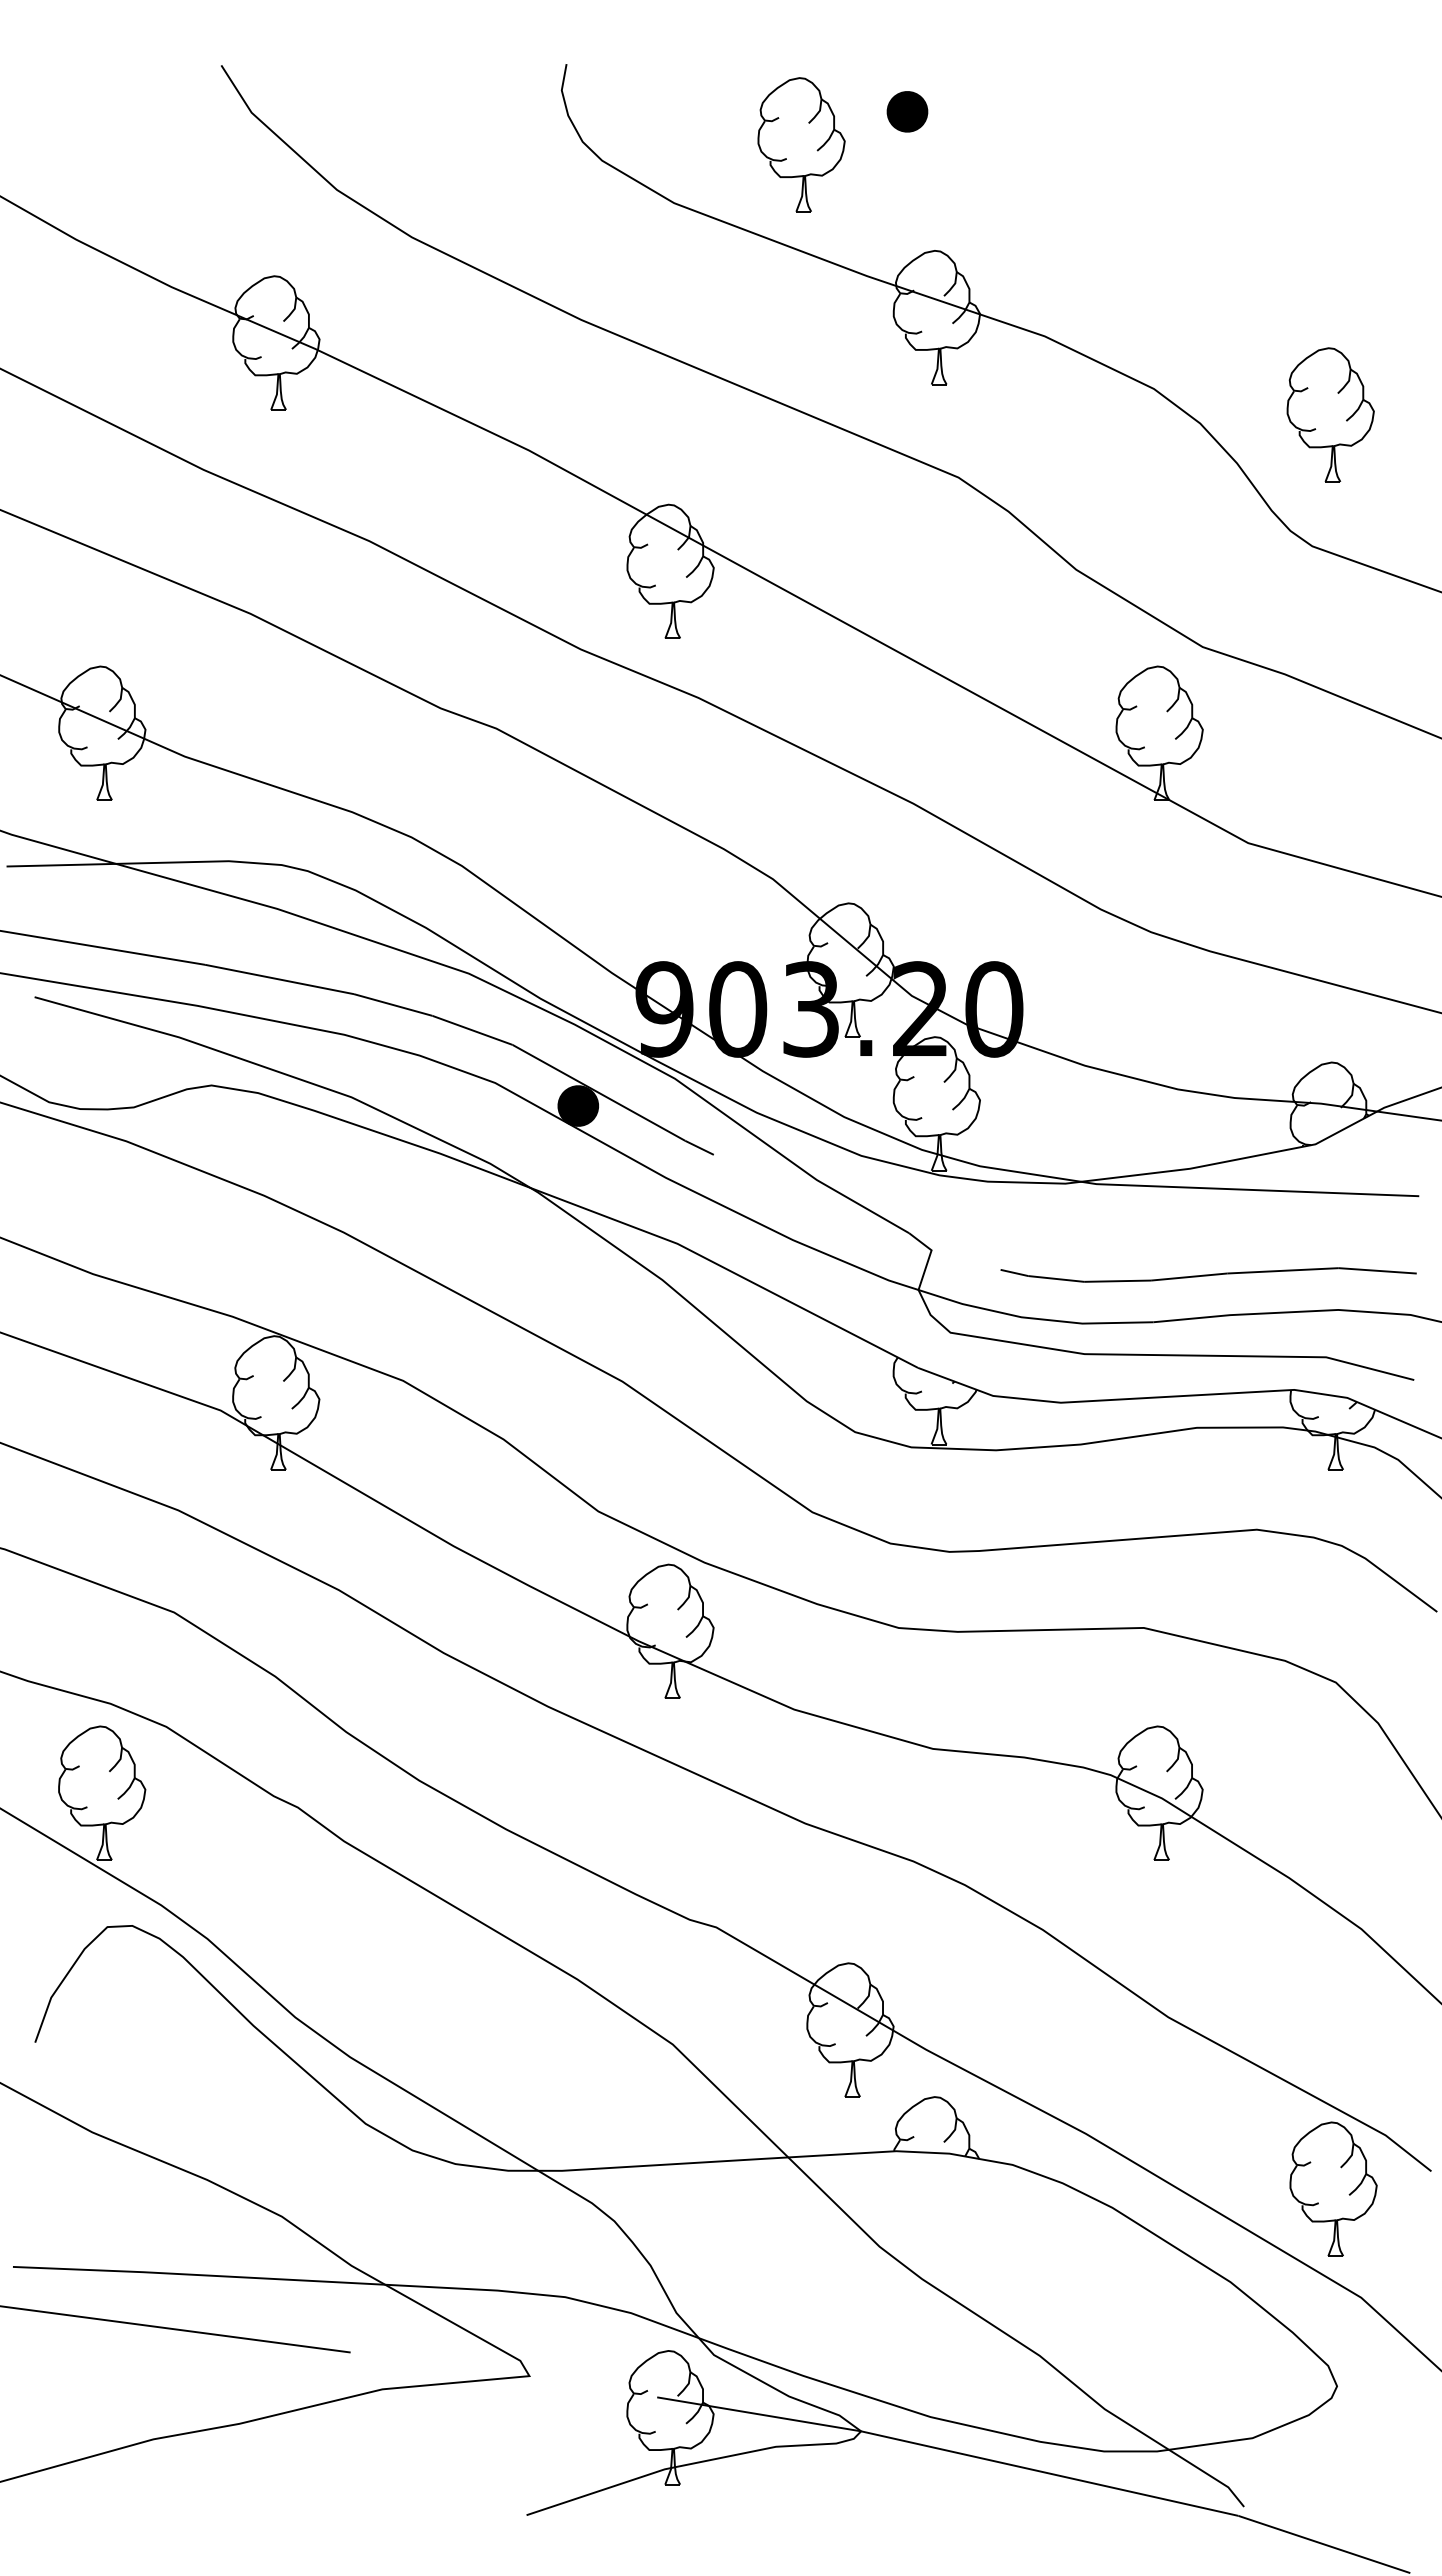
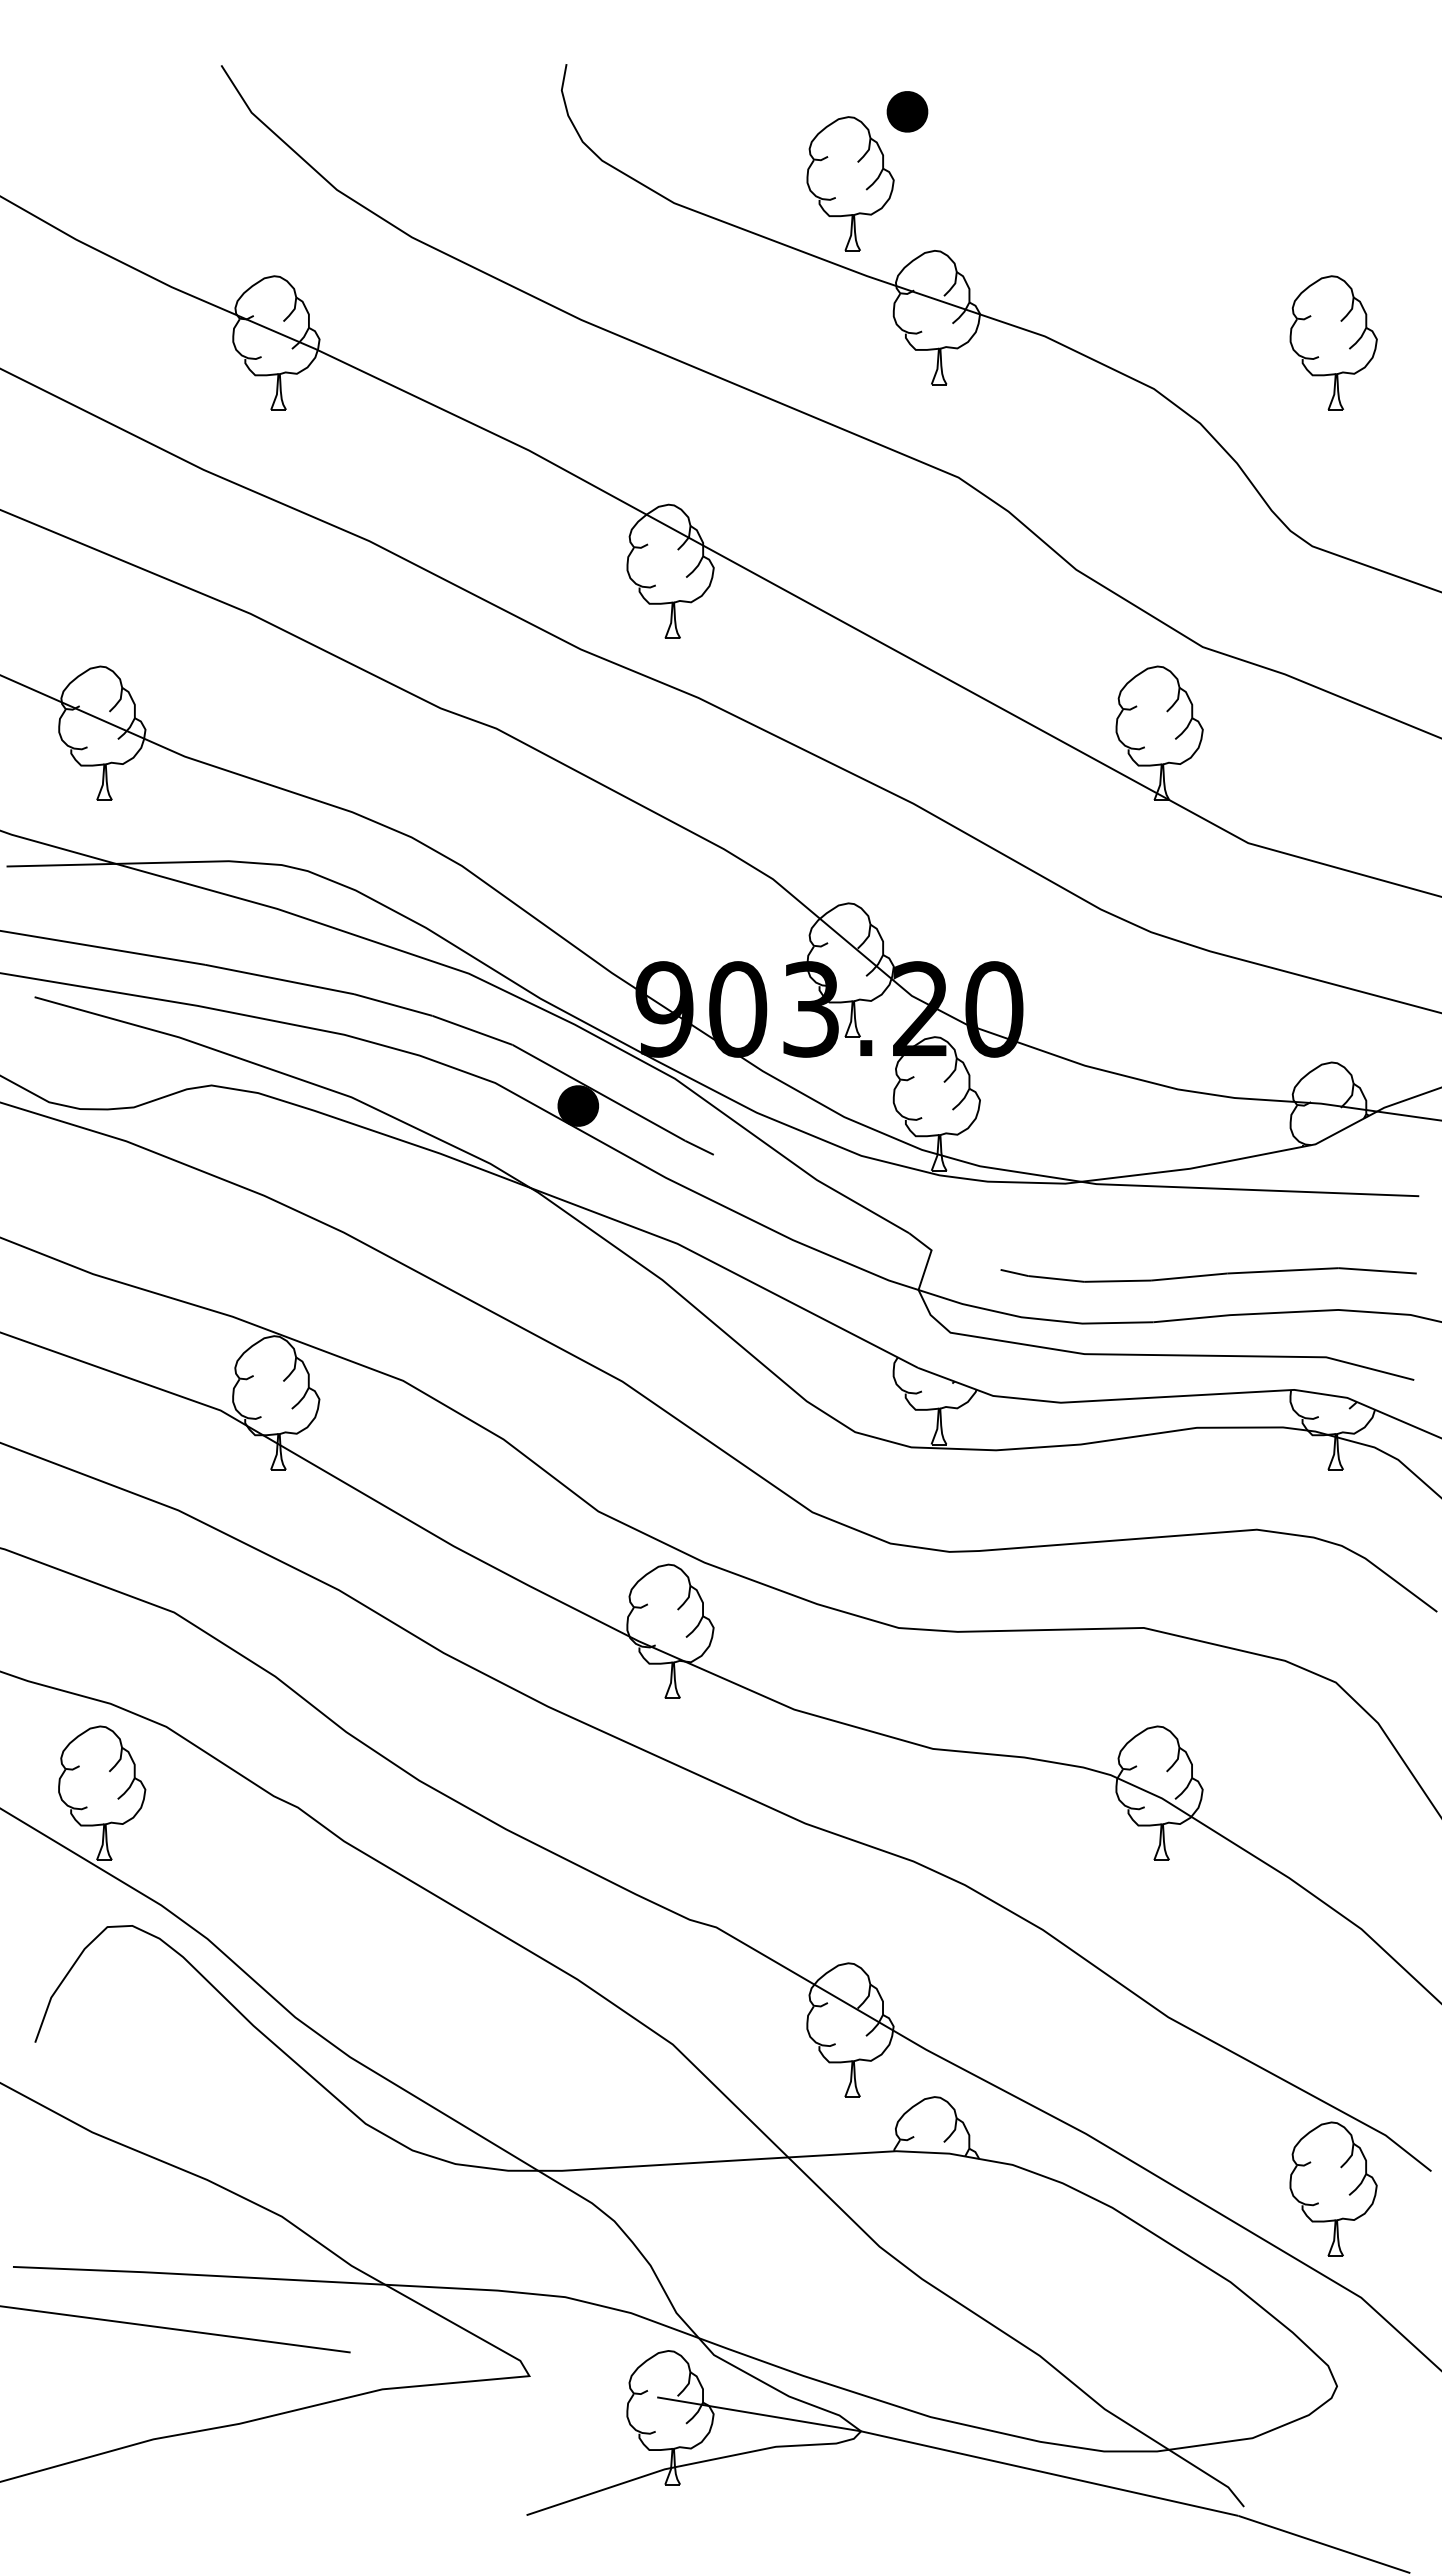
part at (801, 144) position: (801, 144) -> (850, 183)
part at (1330, 414) position: (1330, 414) -> (1333, 342)
